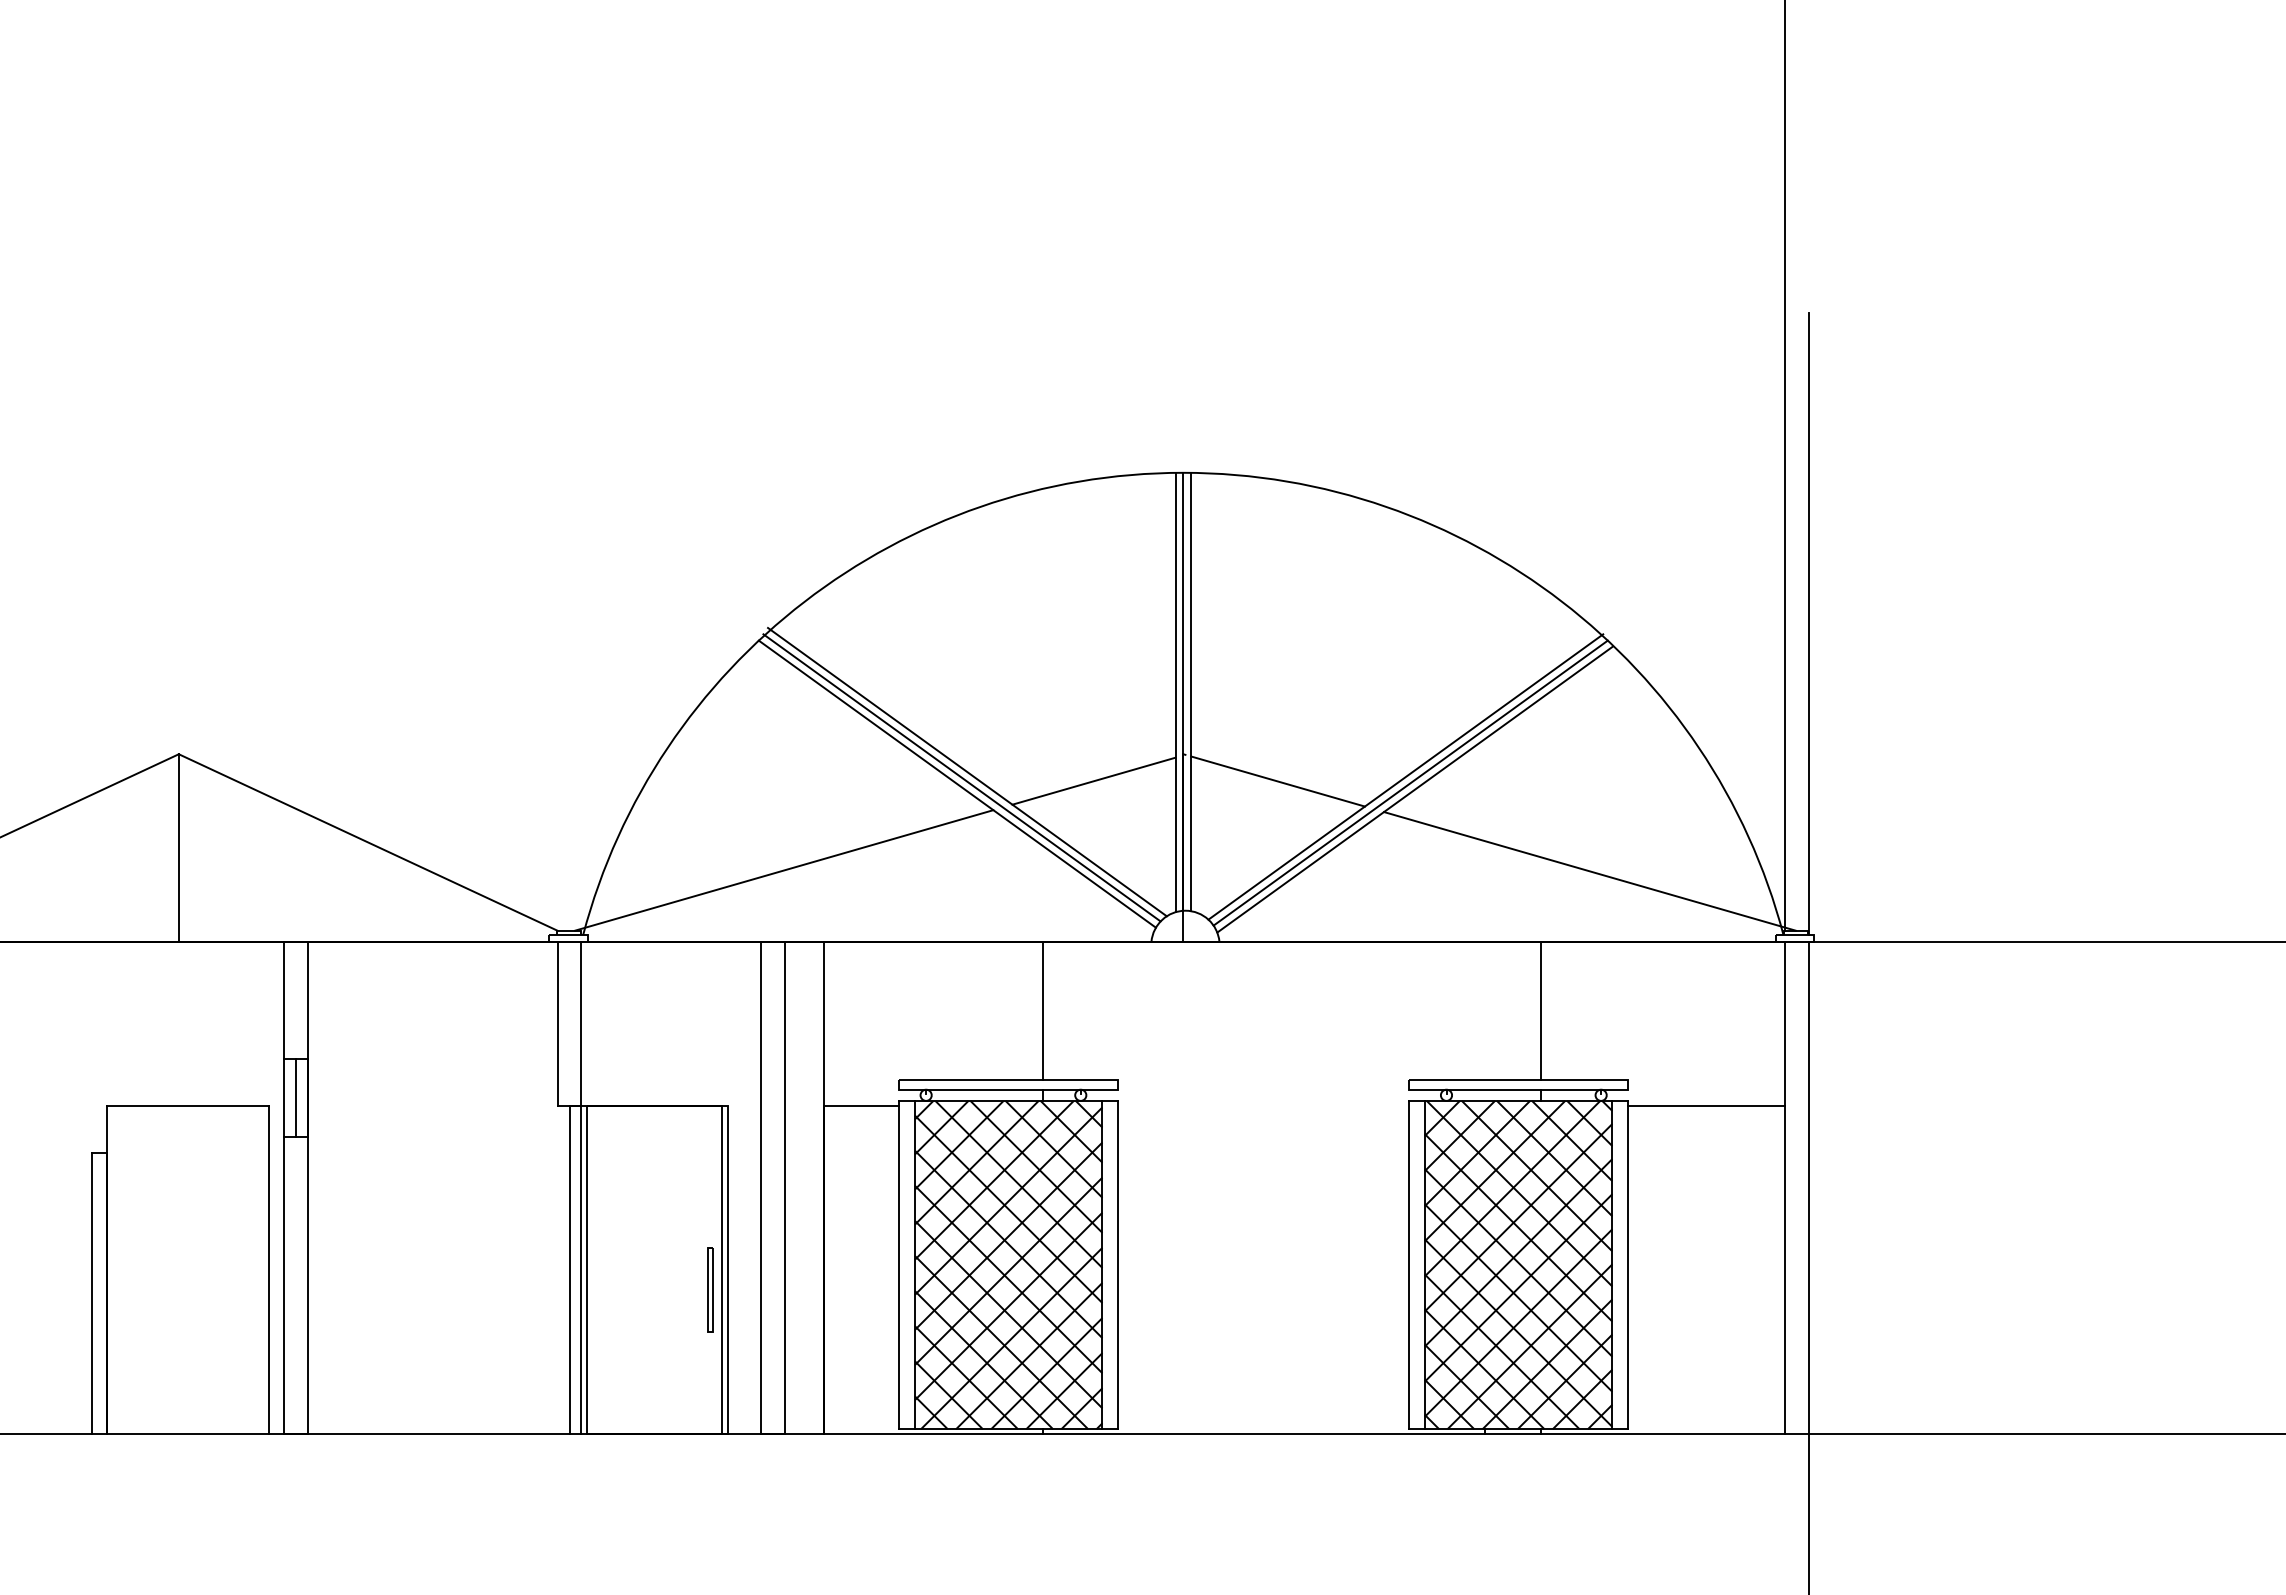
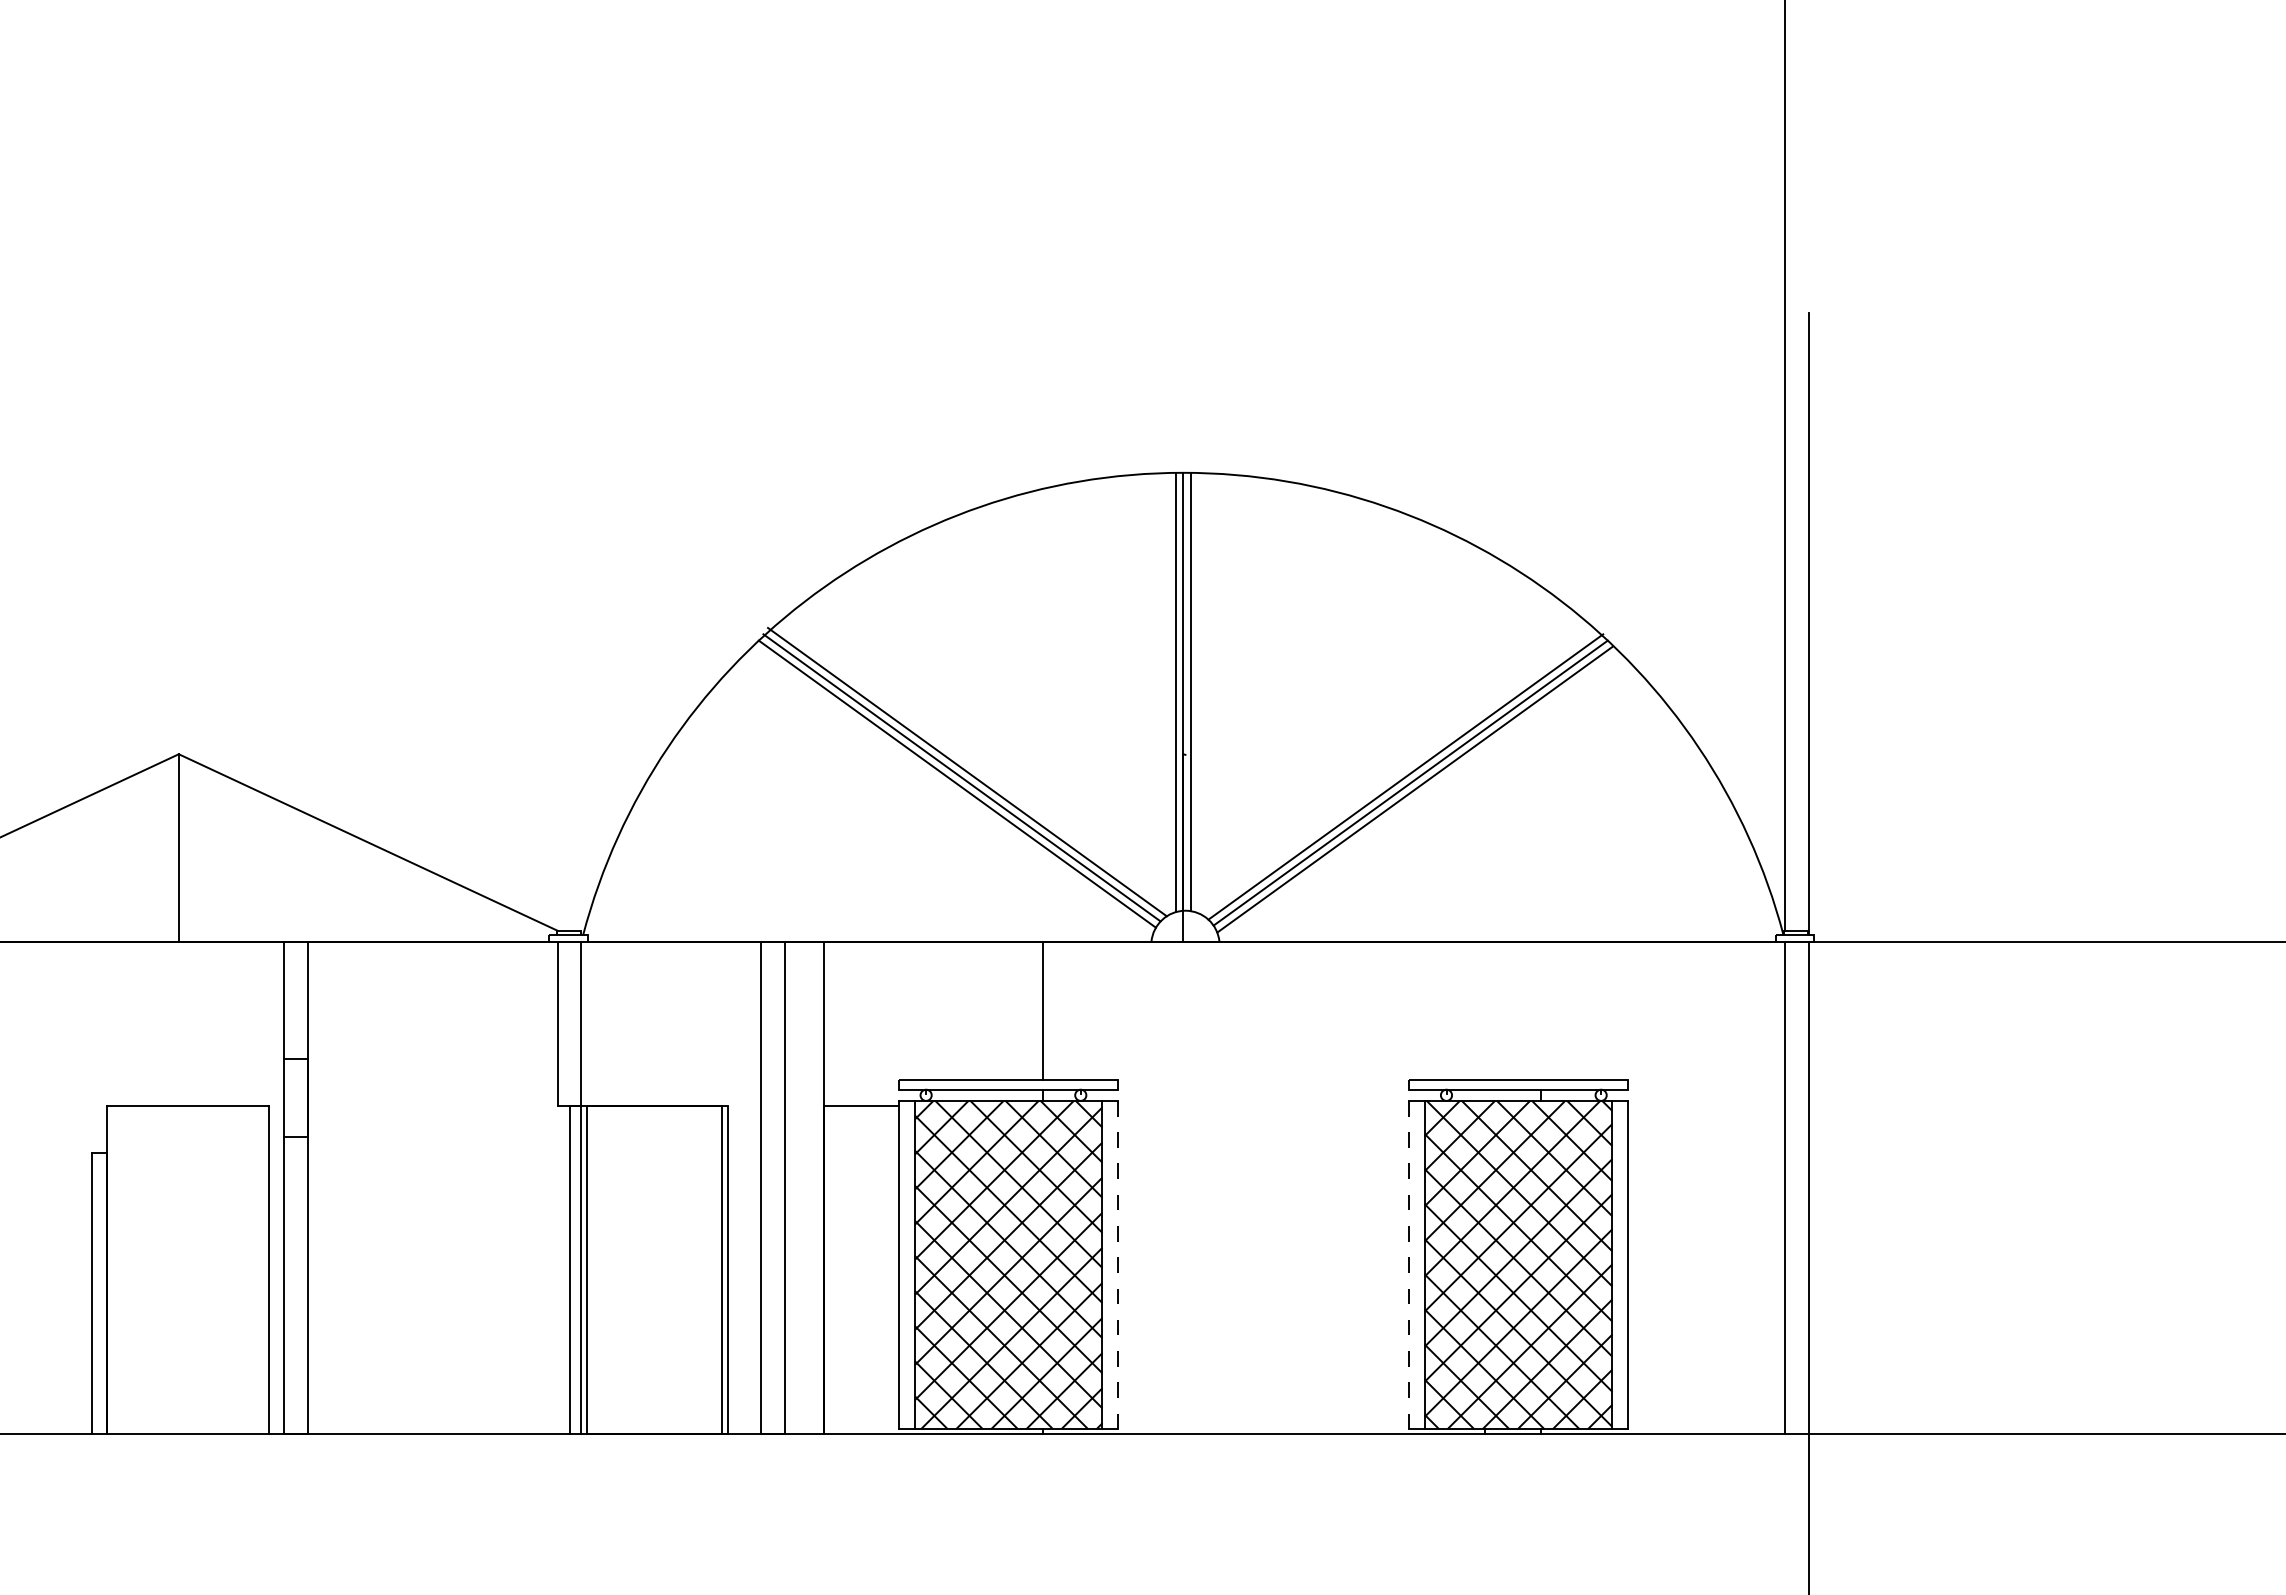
line at (1093, 780): present -> none
line at (1277, 781): present -> none
line at (784, 870): present -> none
line at (1589, 871): present -> none
line at (1540, 1010): present -> none
line at (296, 1098): present -> none
line at (1706, 1106): present -> none
line at (1118, 1264): solid -> dashed
line at (1409, 1264): solid -> dashed
part at (710, 1289): present -> none
